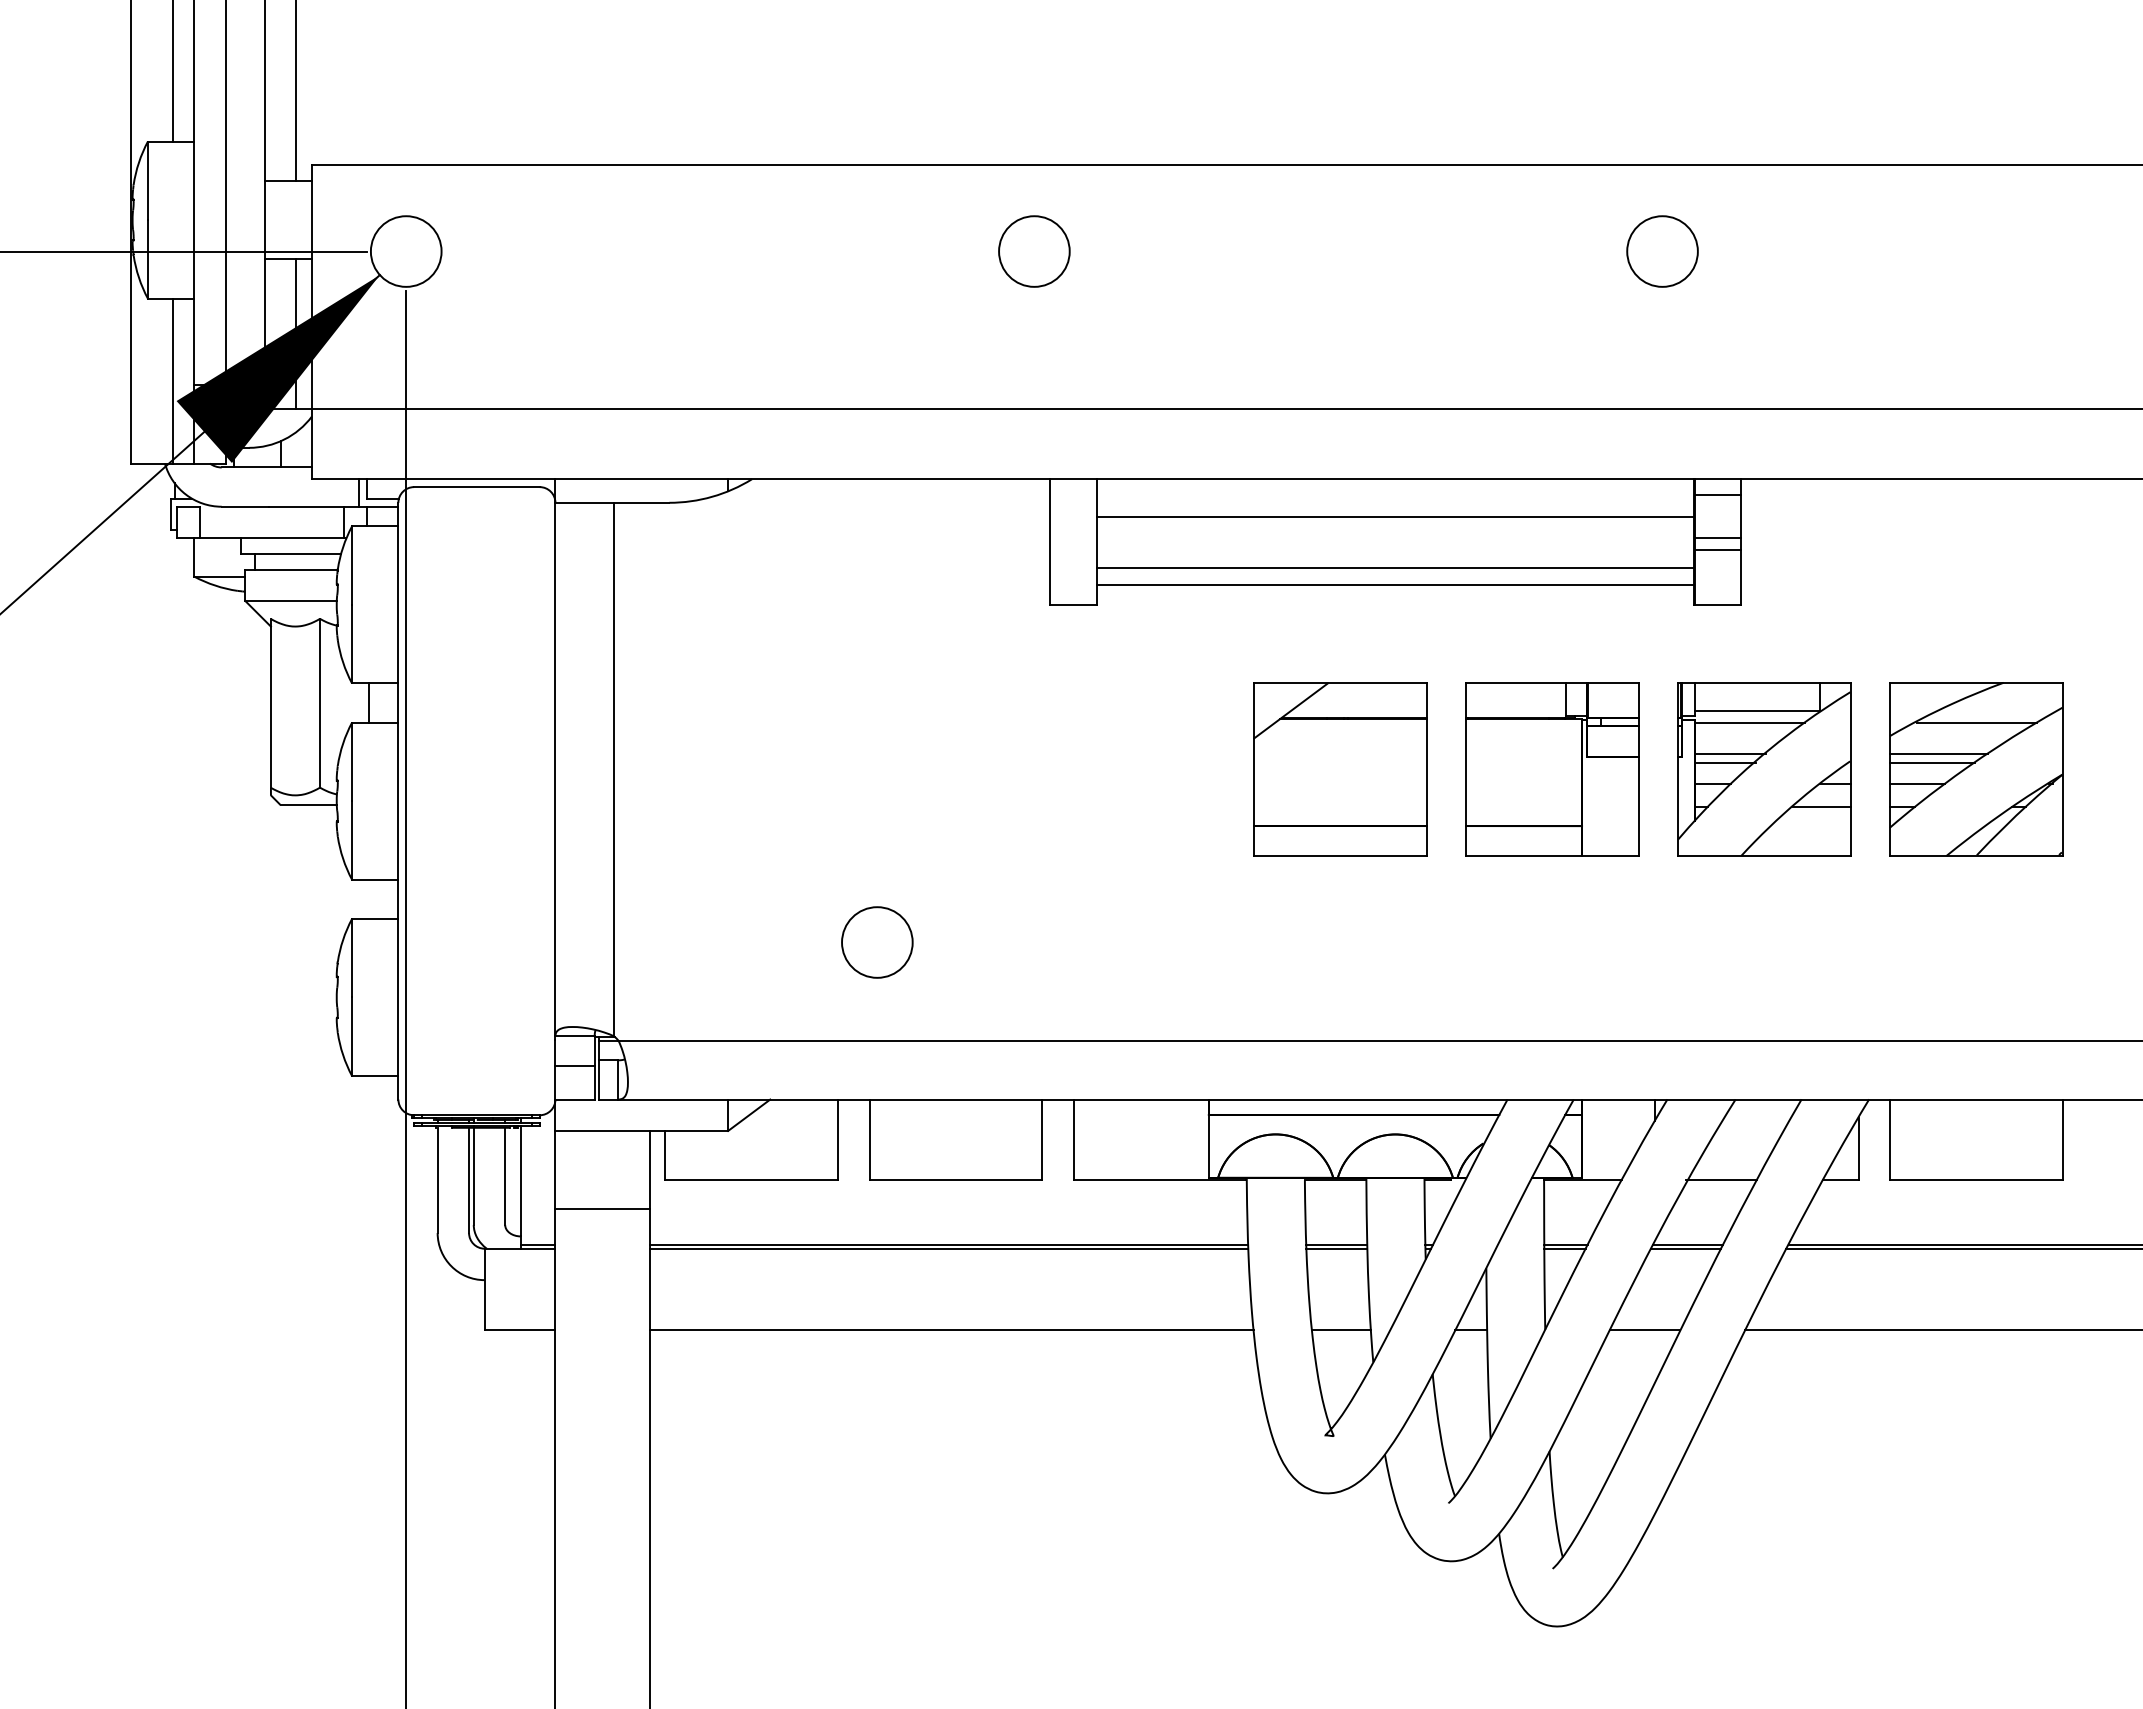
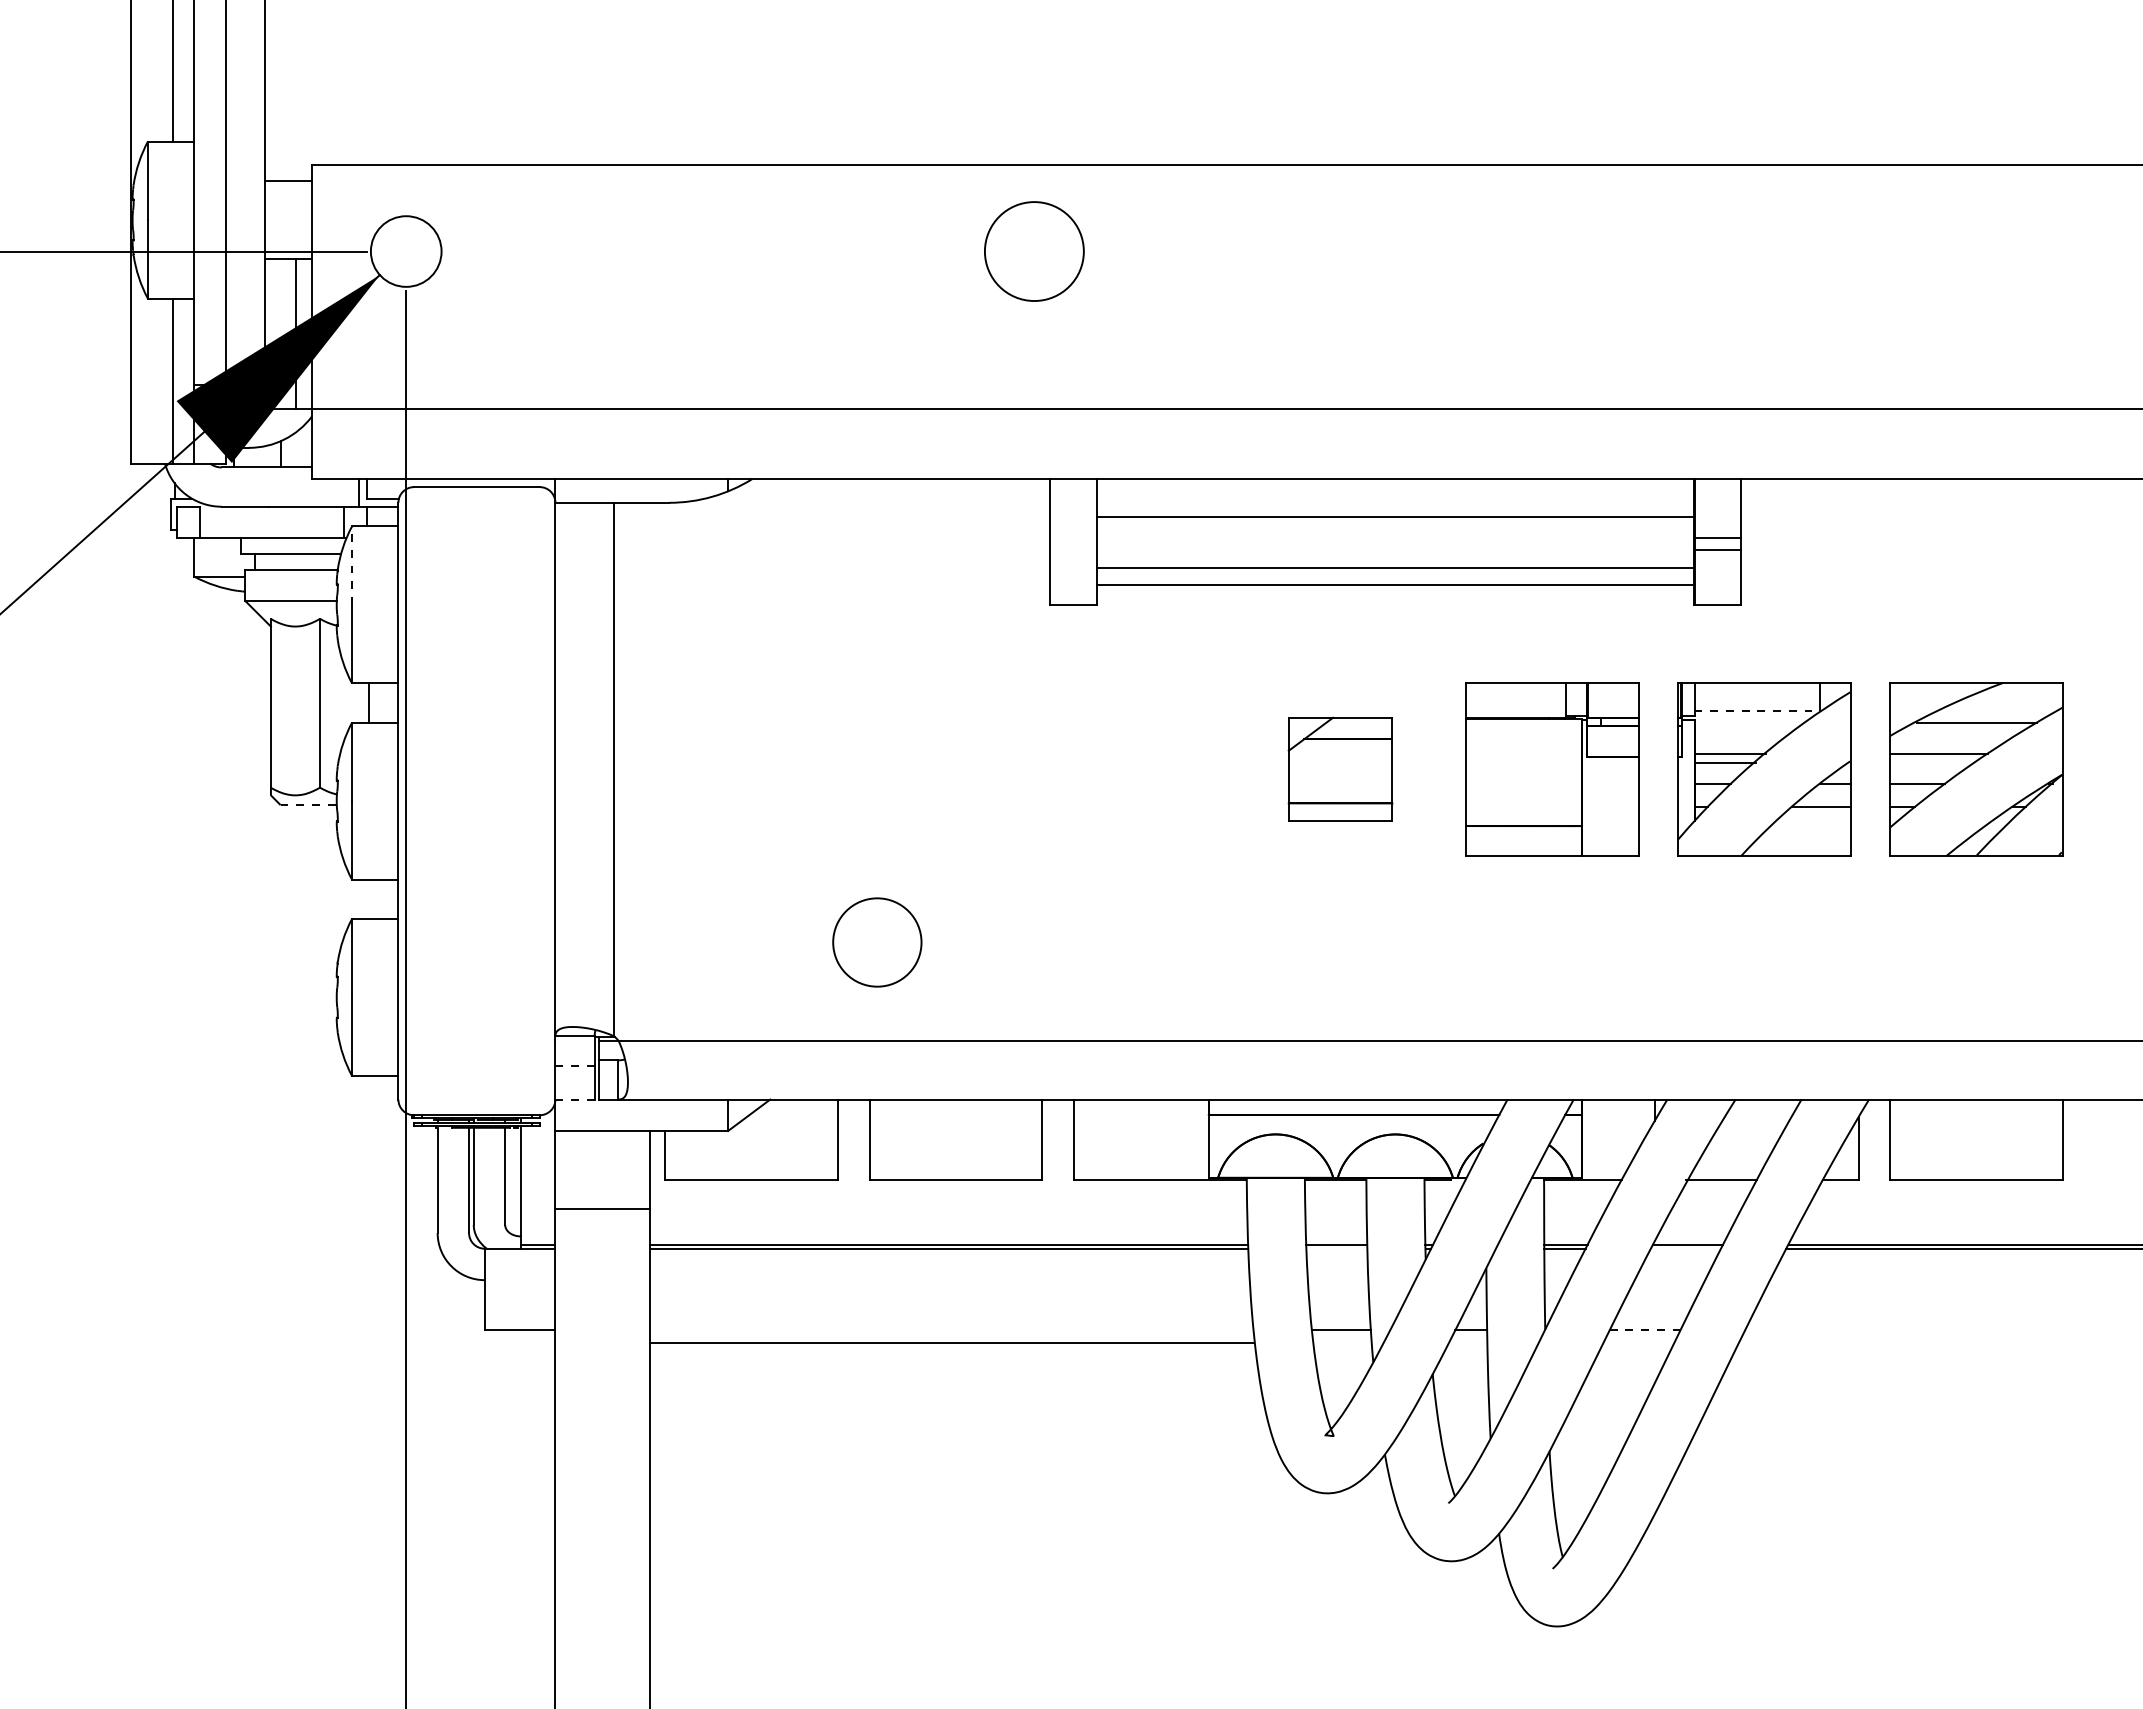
line at (296, 91): present -> none
circle at (1034, 251) diameter: 71 px -> 99 px
circle at (1662, 251): present -> none
line at (1717, 494): present -> none
line at (352, 565): solid -> dashed
line at (1757, 710): solid -> dashed
line at (1749, 722): present -> none
line at (1932, 762): present -> none
part at (1340, 769) size: 175x175 px -> 107x106 px
line at (309, 805): solid -> dashed
circle at (877, 942) diameter: 71 px -> 88 px
line at (575, 1066): solid -> dashed
line at (575, 1099): solid -> dashed
line at (1336, 1248): present -> none
line at (1686, 1248): present -> none
line at (951, 1330) position: (951, 1330) -> (951, 1343)
line at (1645, 1330): solid -> dashed
line at (1942, 1330): present -> none
